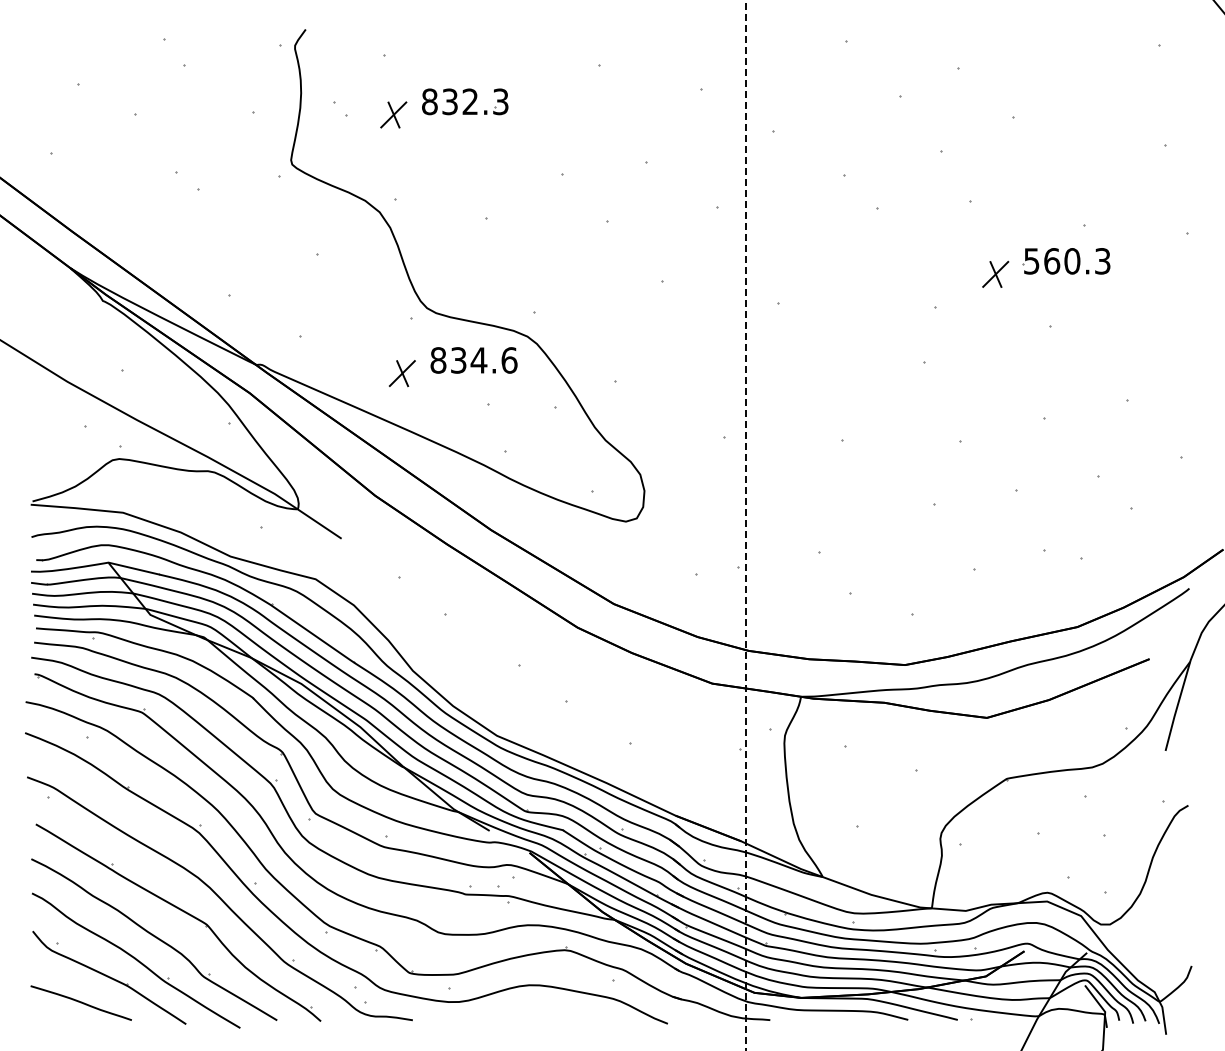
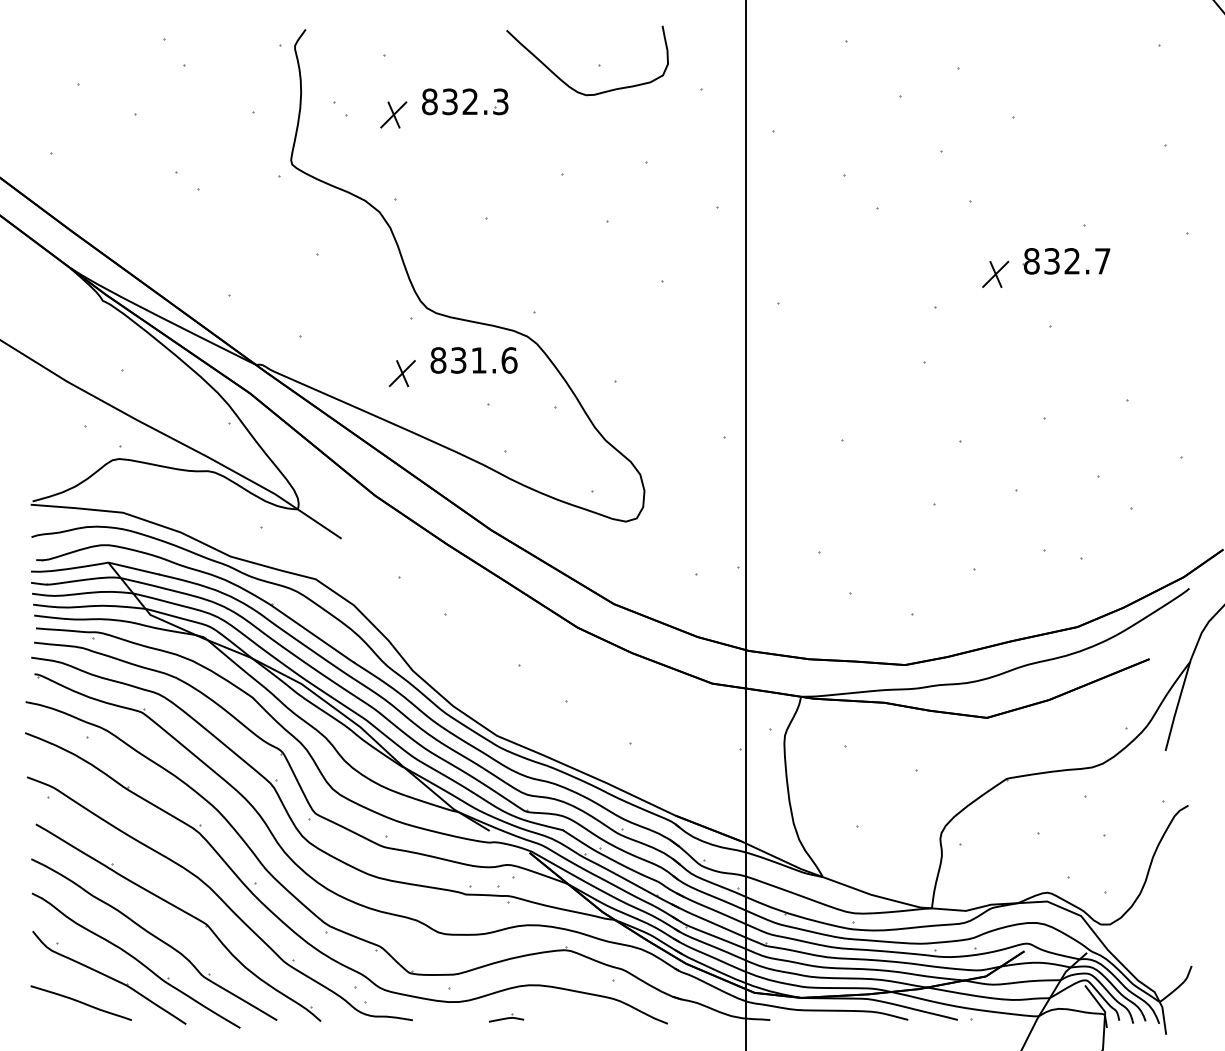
curve at (568, 84): none -> present
text at (1067, 261): 560.3 -> 832.7
text at (478, 360): 834.6 -> 831.6
line at (746, 526): dashed -> solid
part at (506, 1017): none -> present
